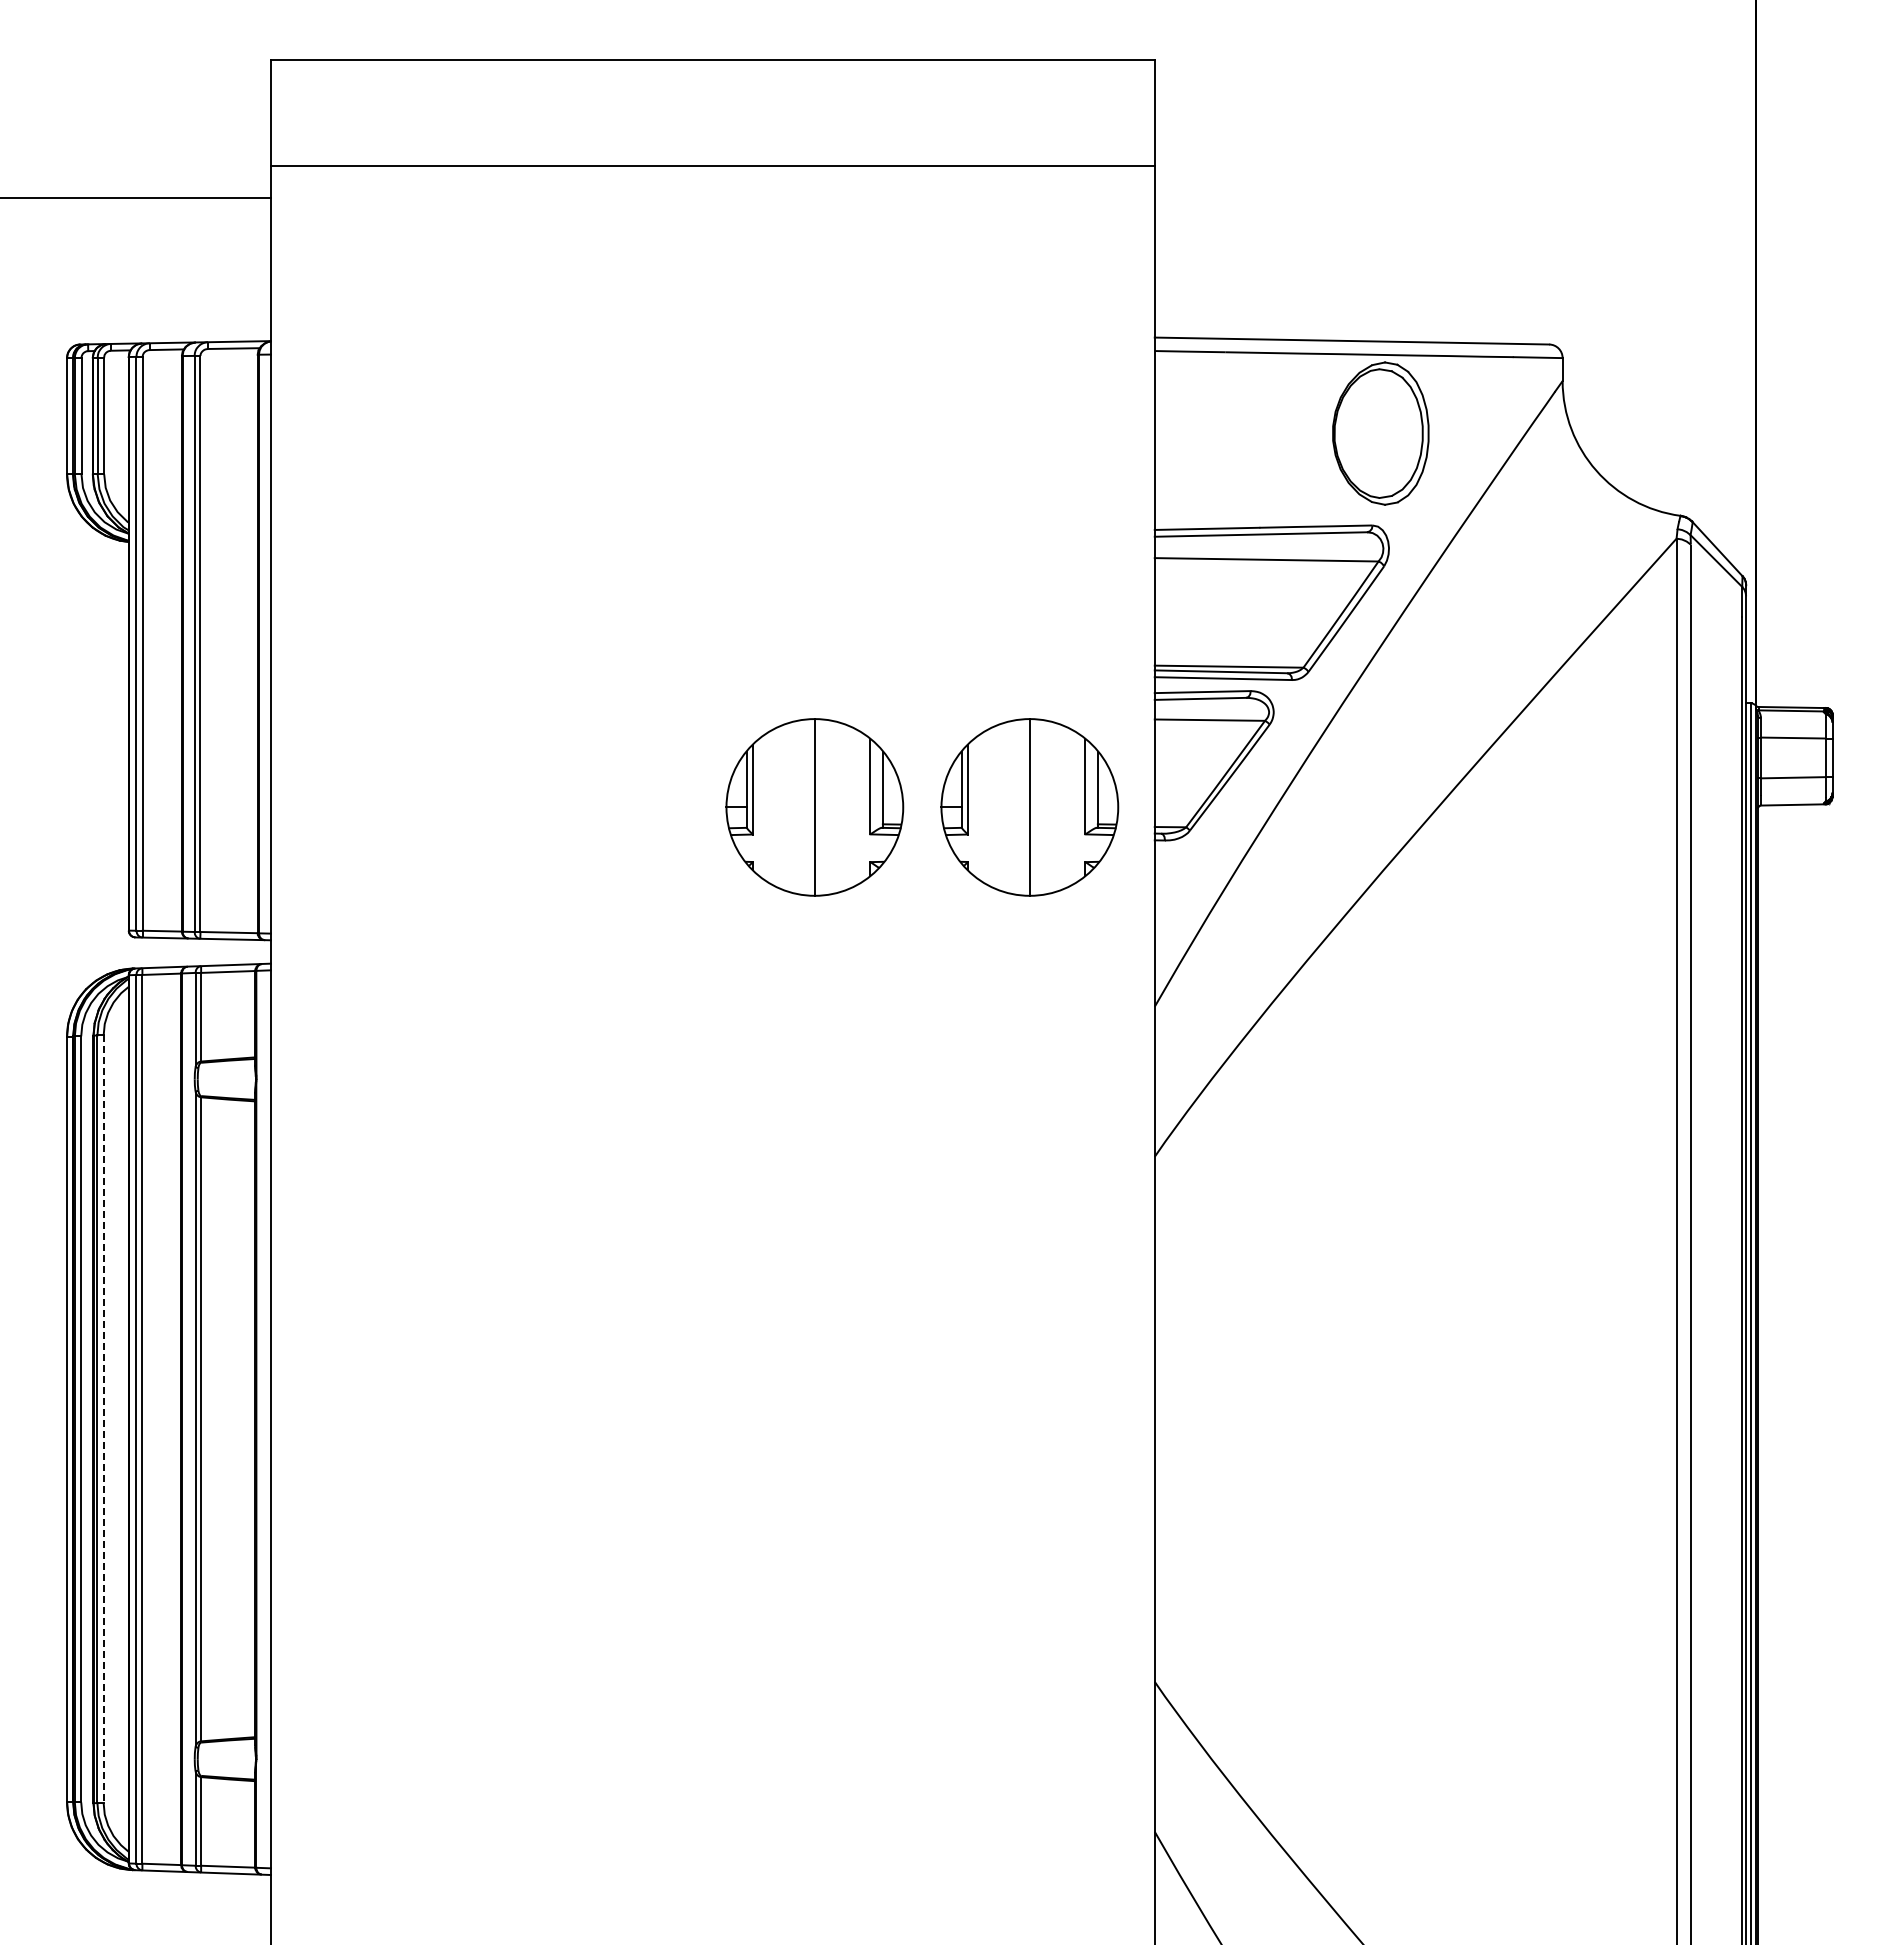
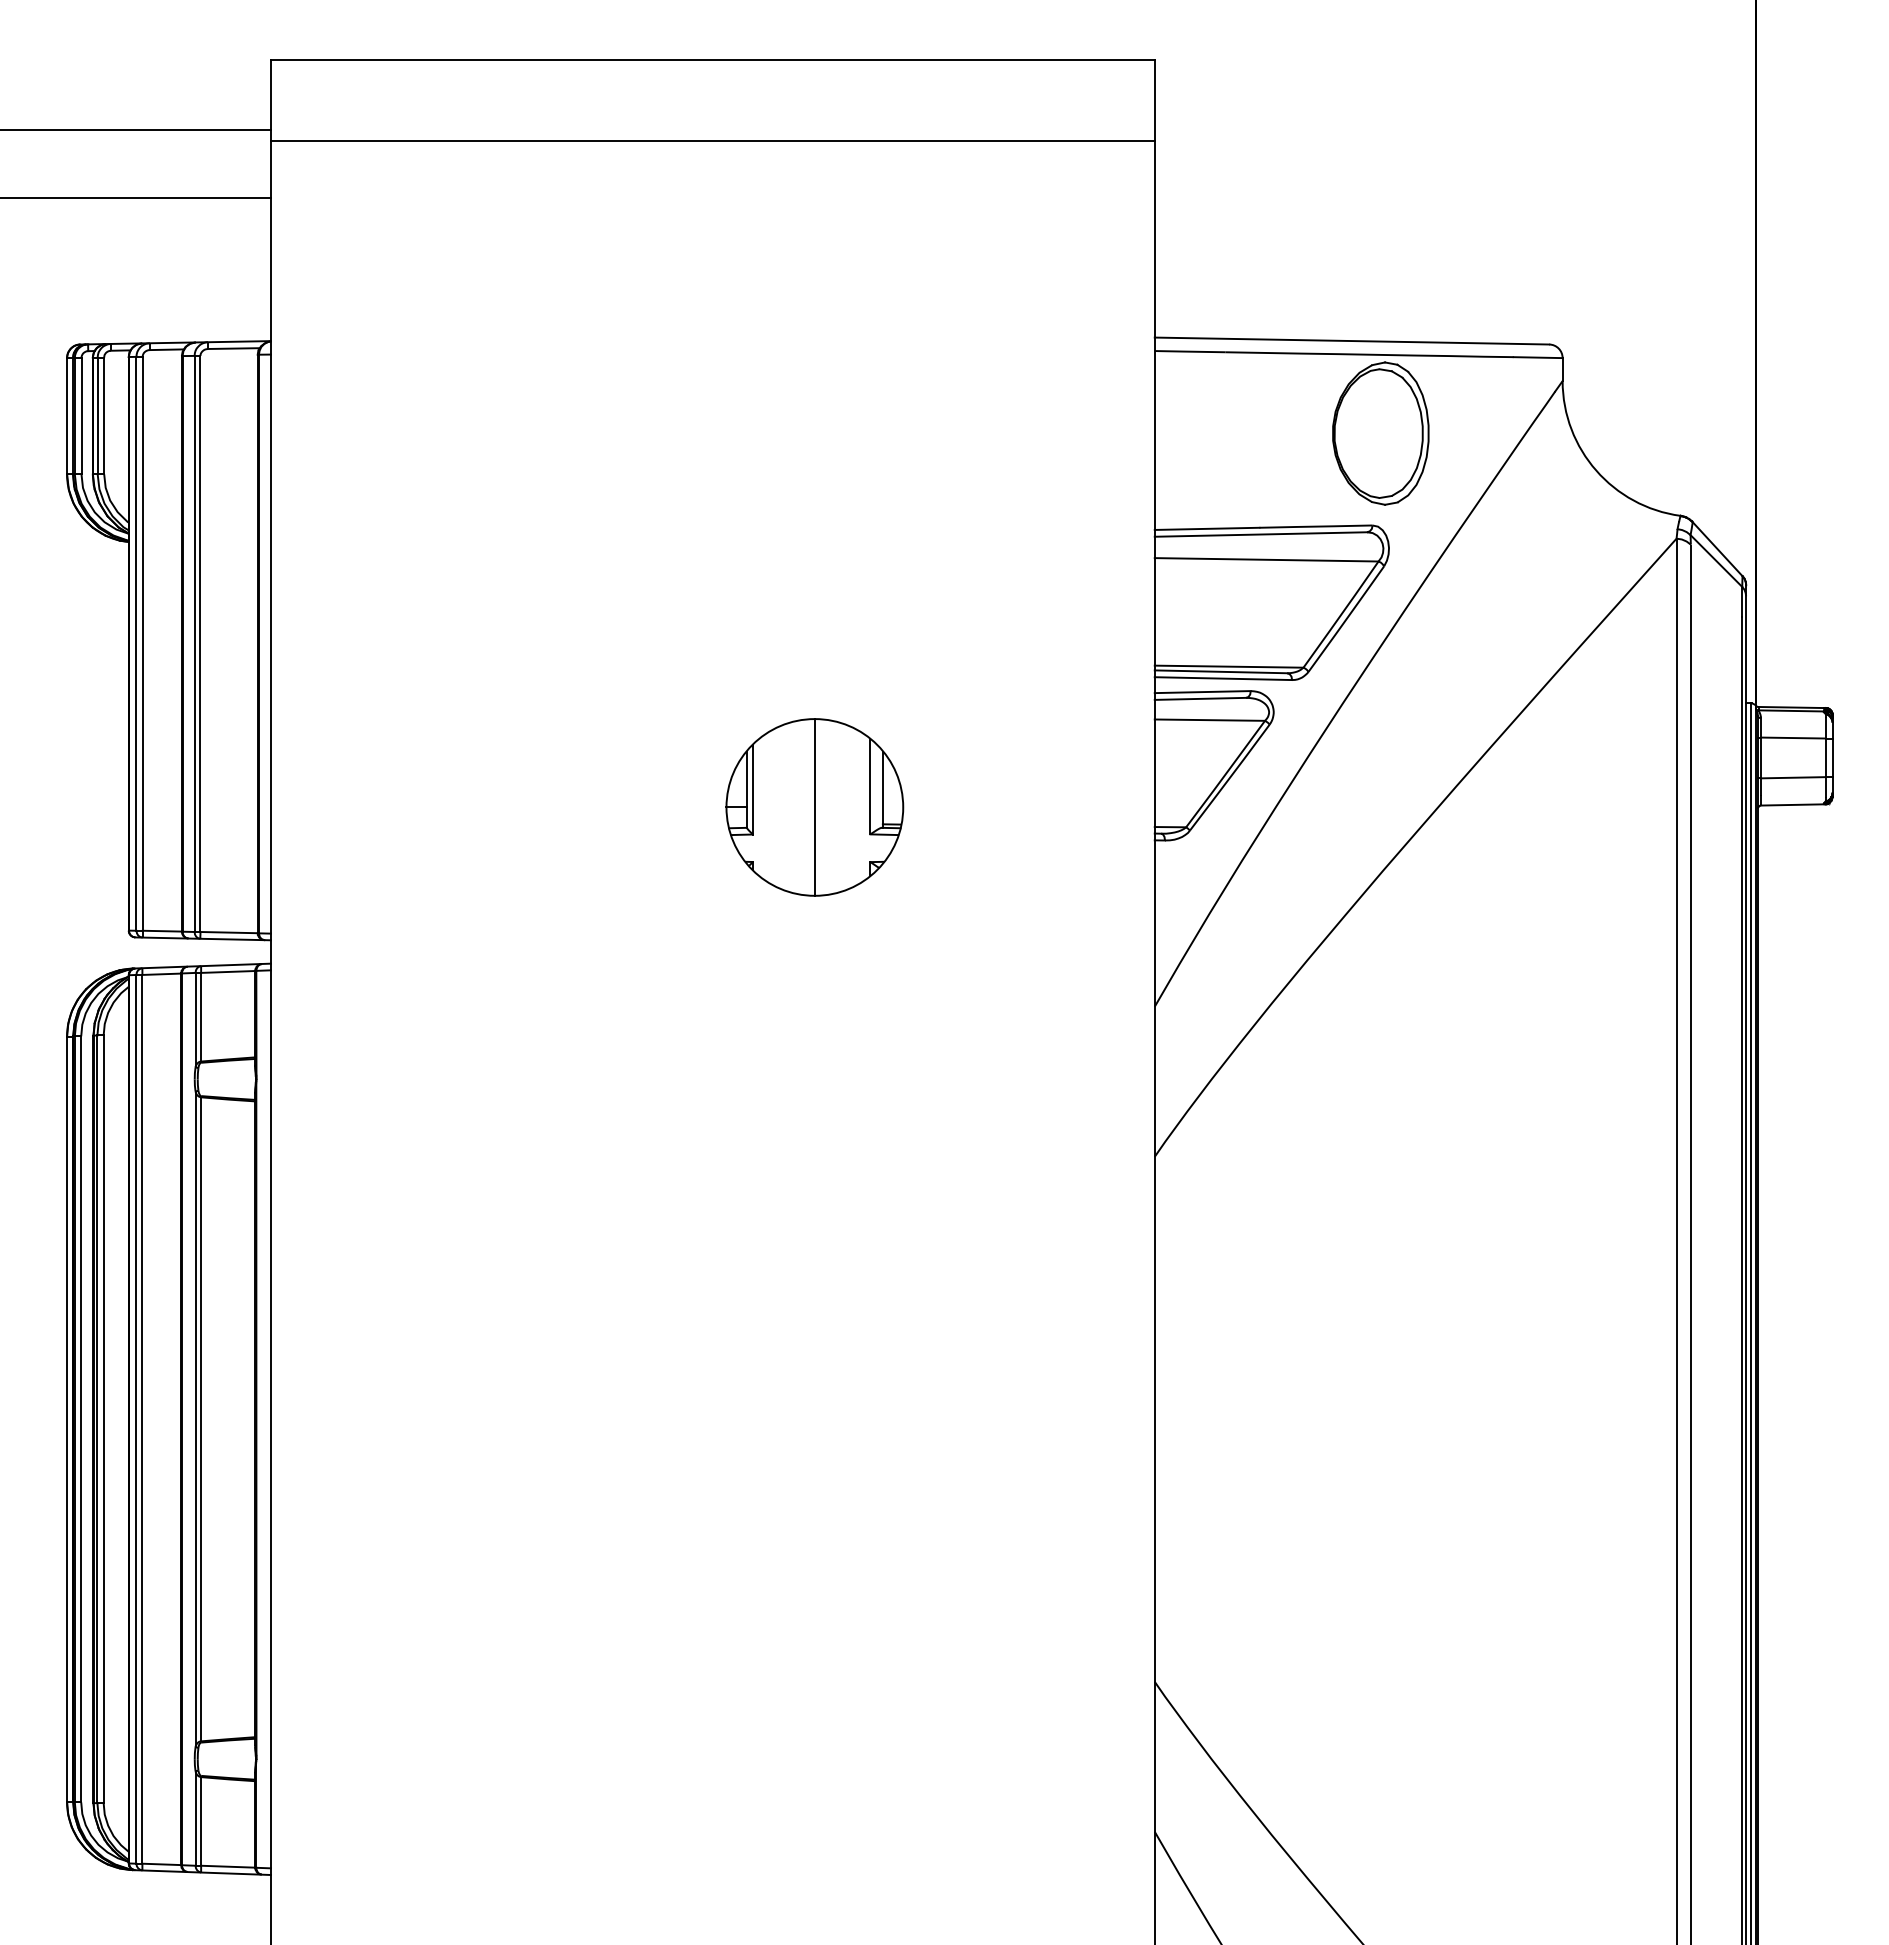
line at (136, 130): none -> present
line at (712, 166) position: (712, 166) -> (712, 141)
part at (1029, 807): present -> none
line at (103, 1419): dashed -> solid
